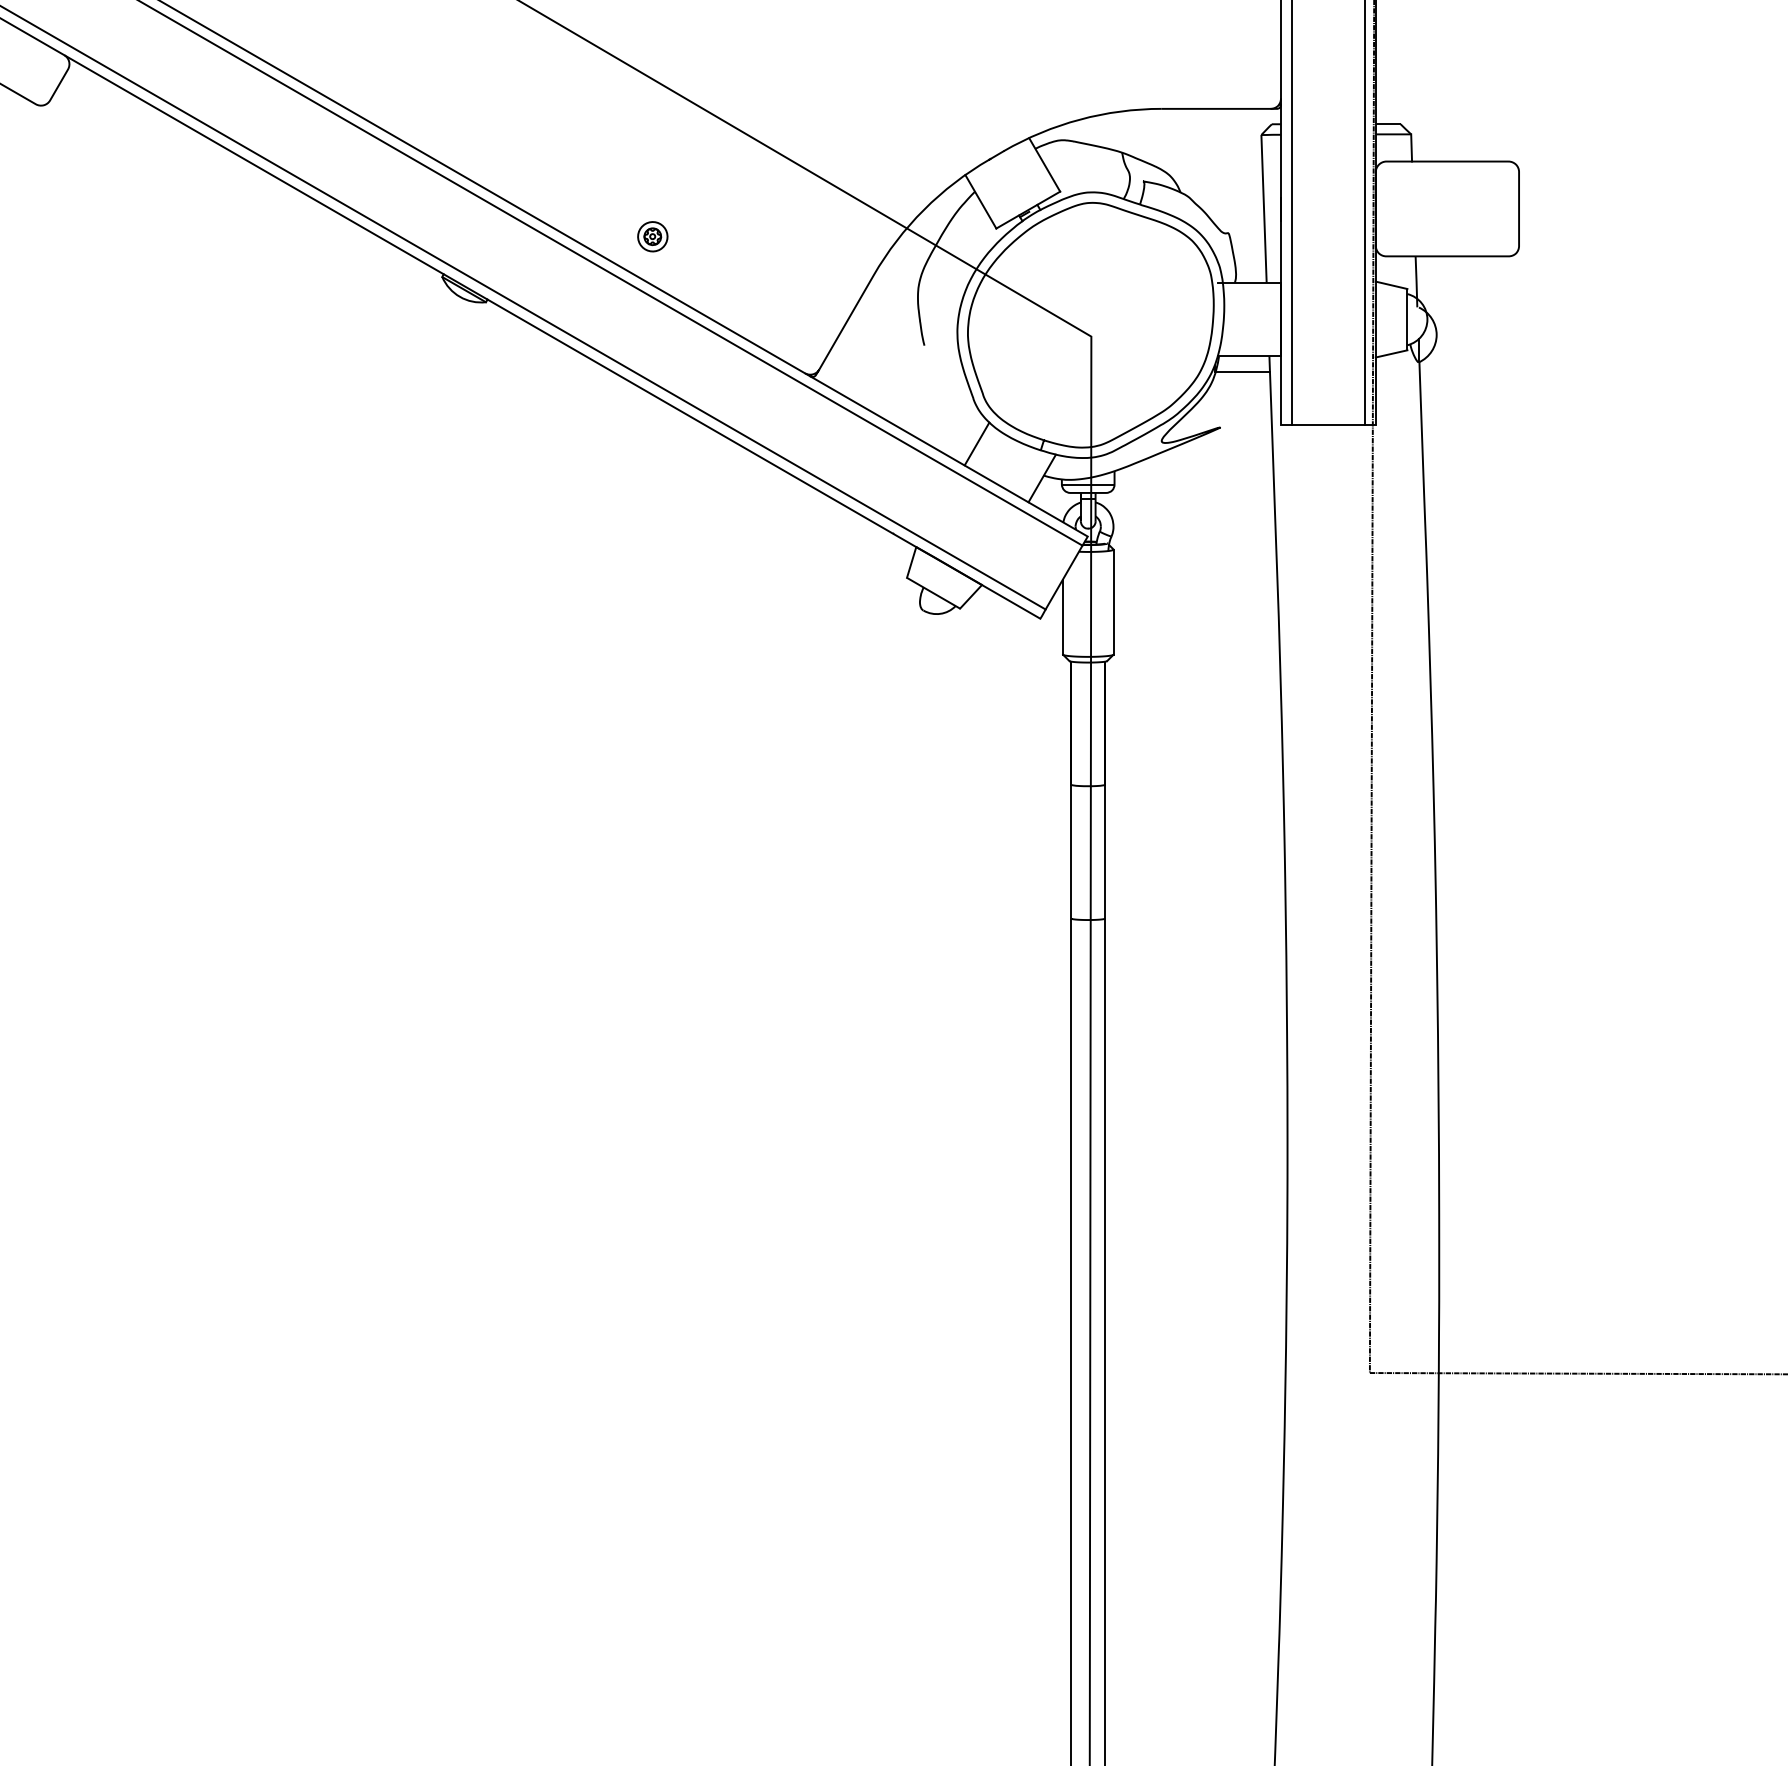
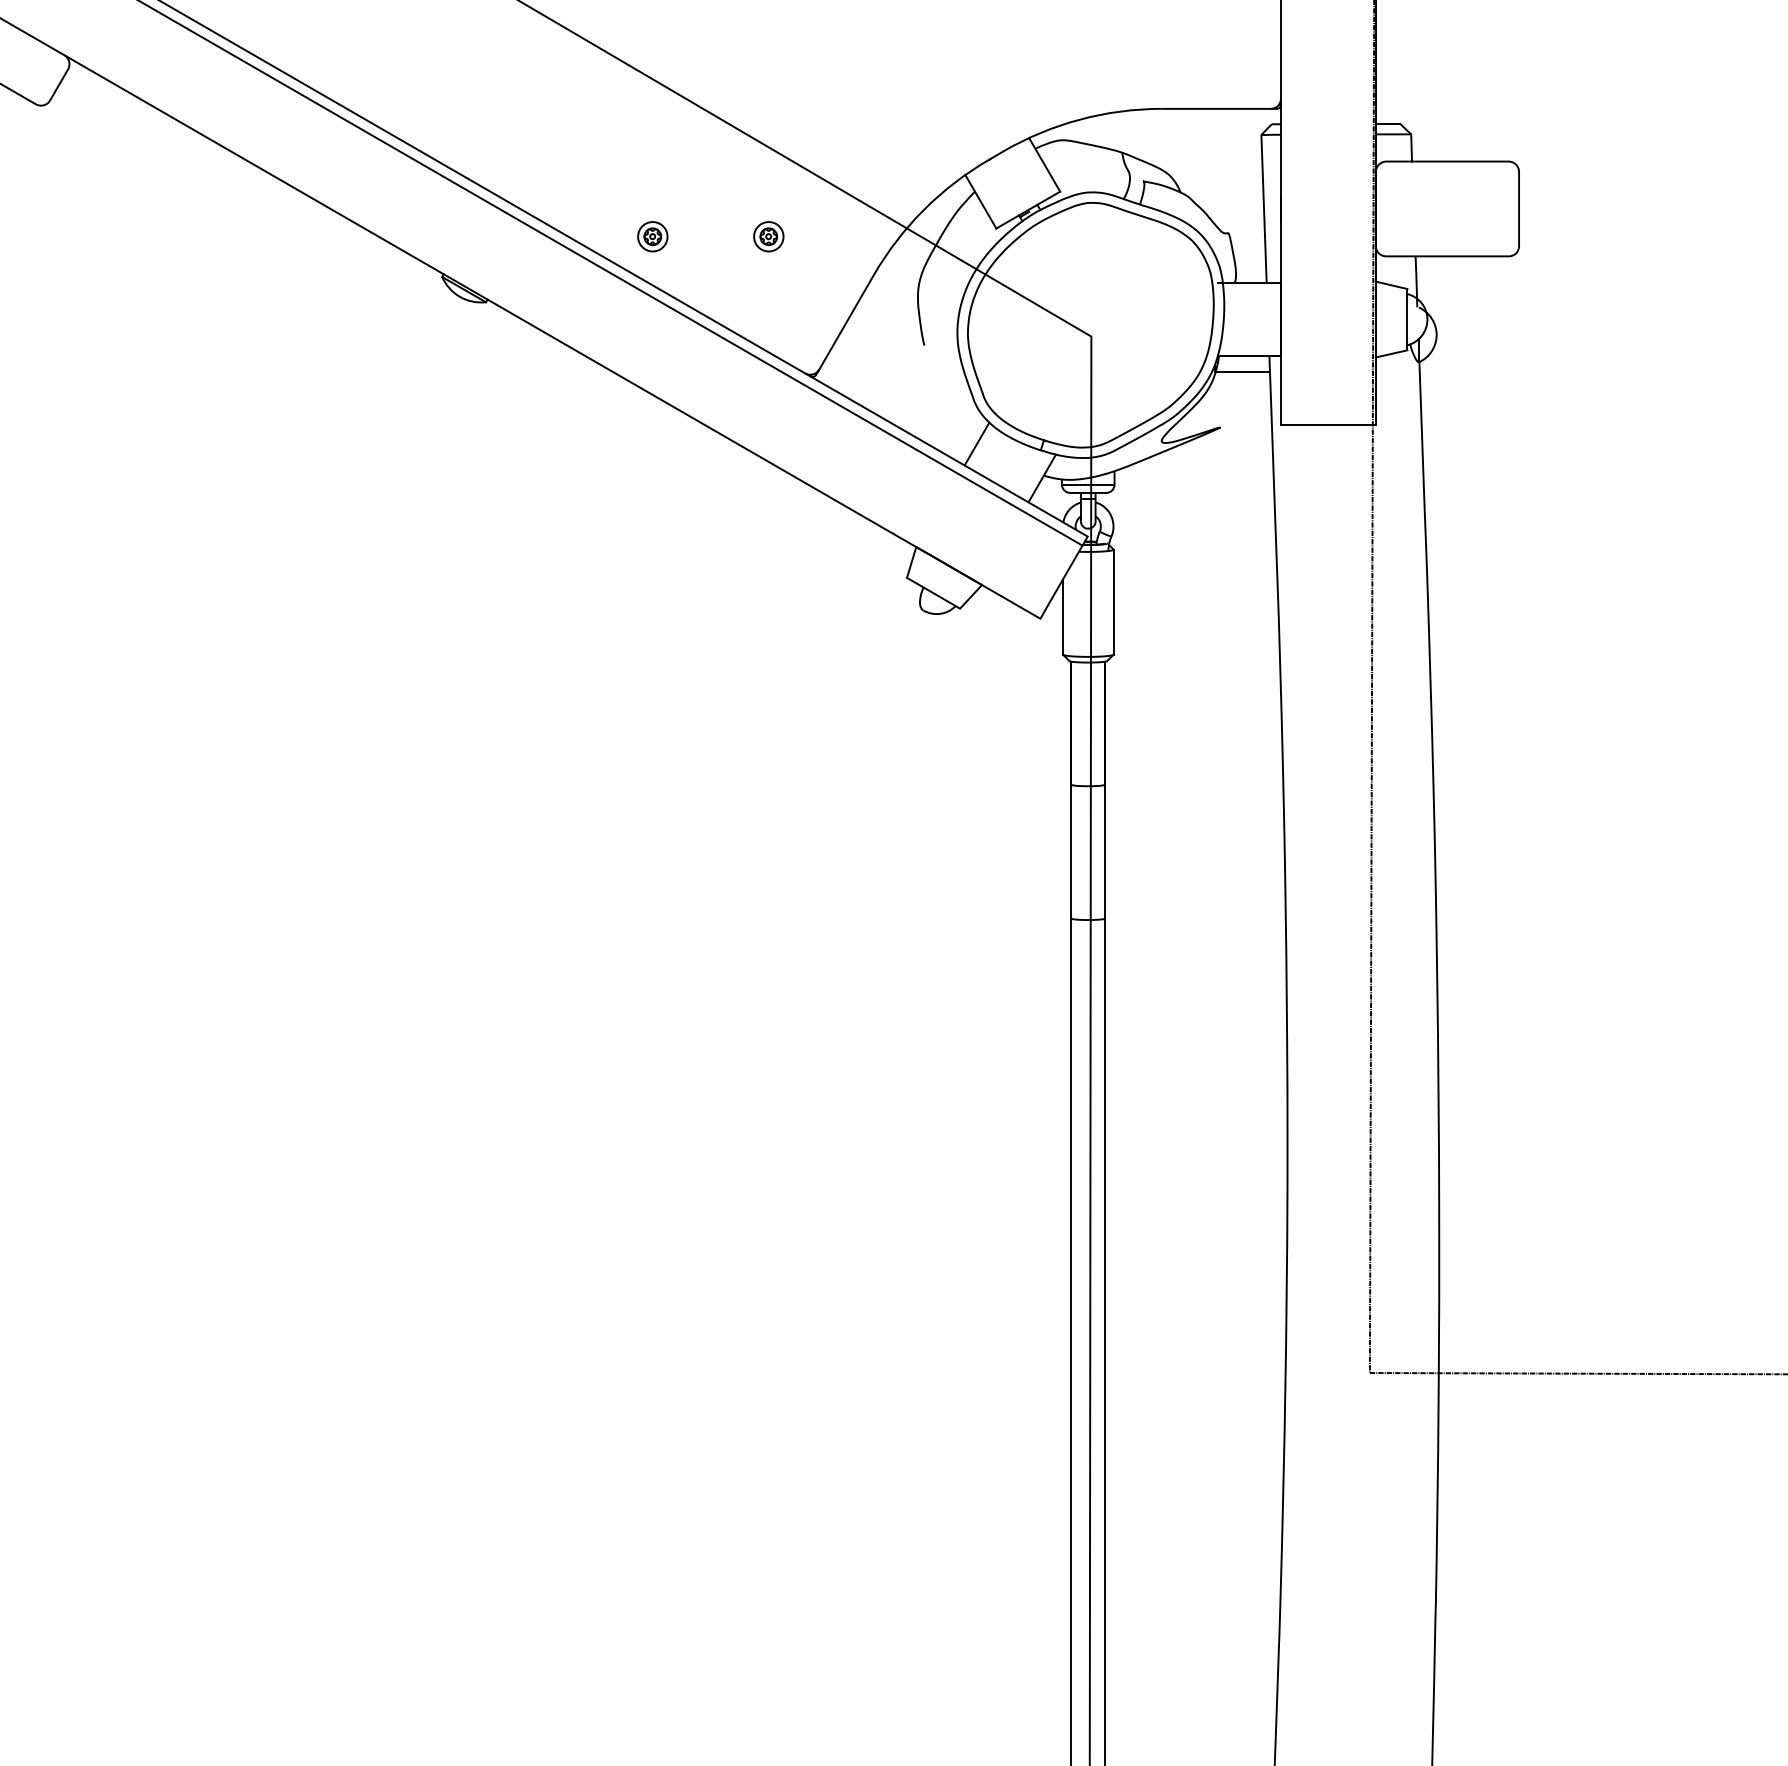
line at (1291, 213): present -> none
line at (1365, 213): present -> none
part at (768, 236): none -> present
line at (523, 308): present -> none
